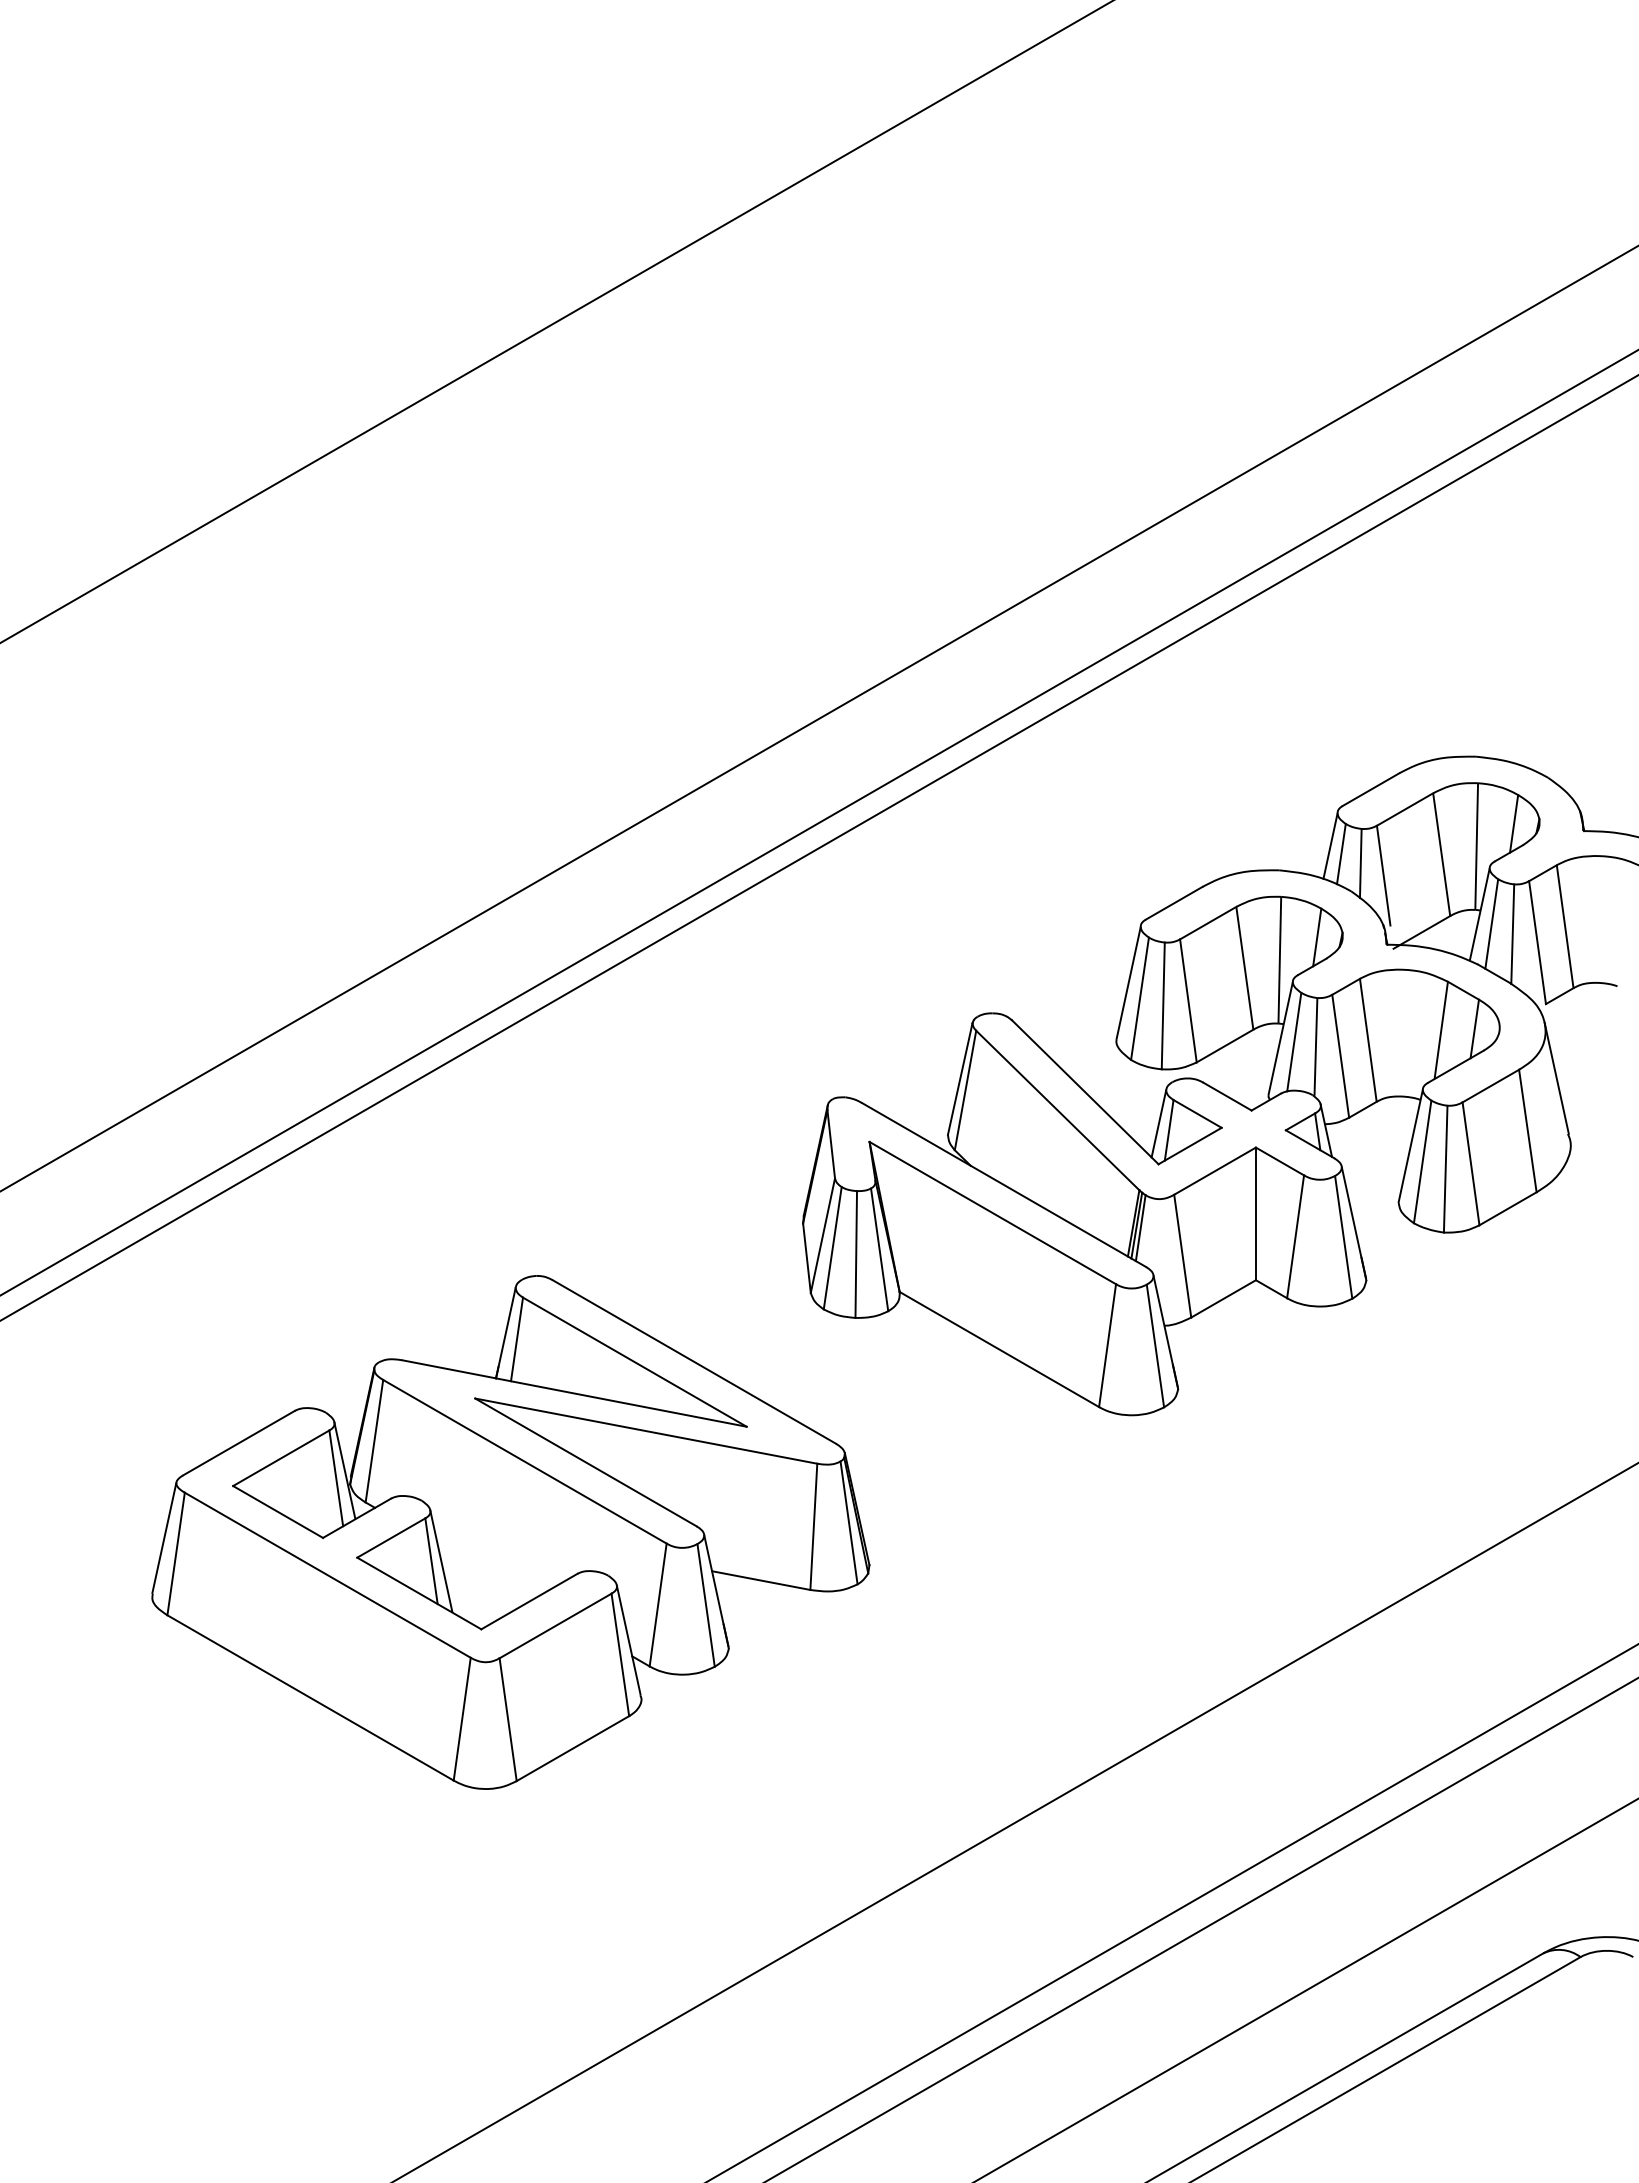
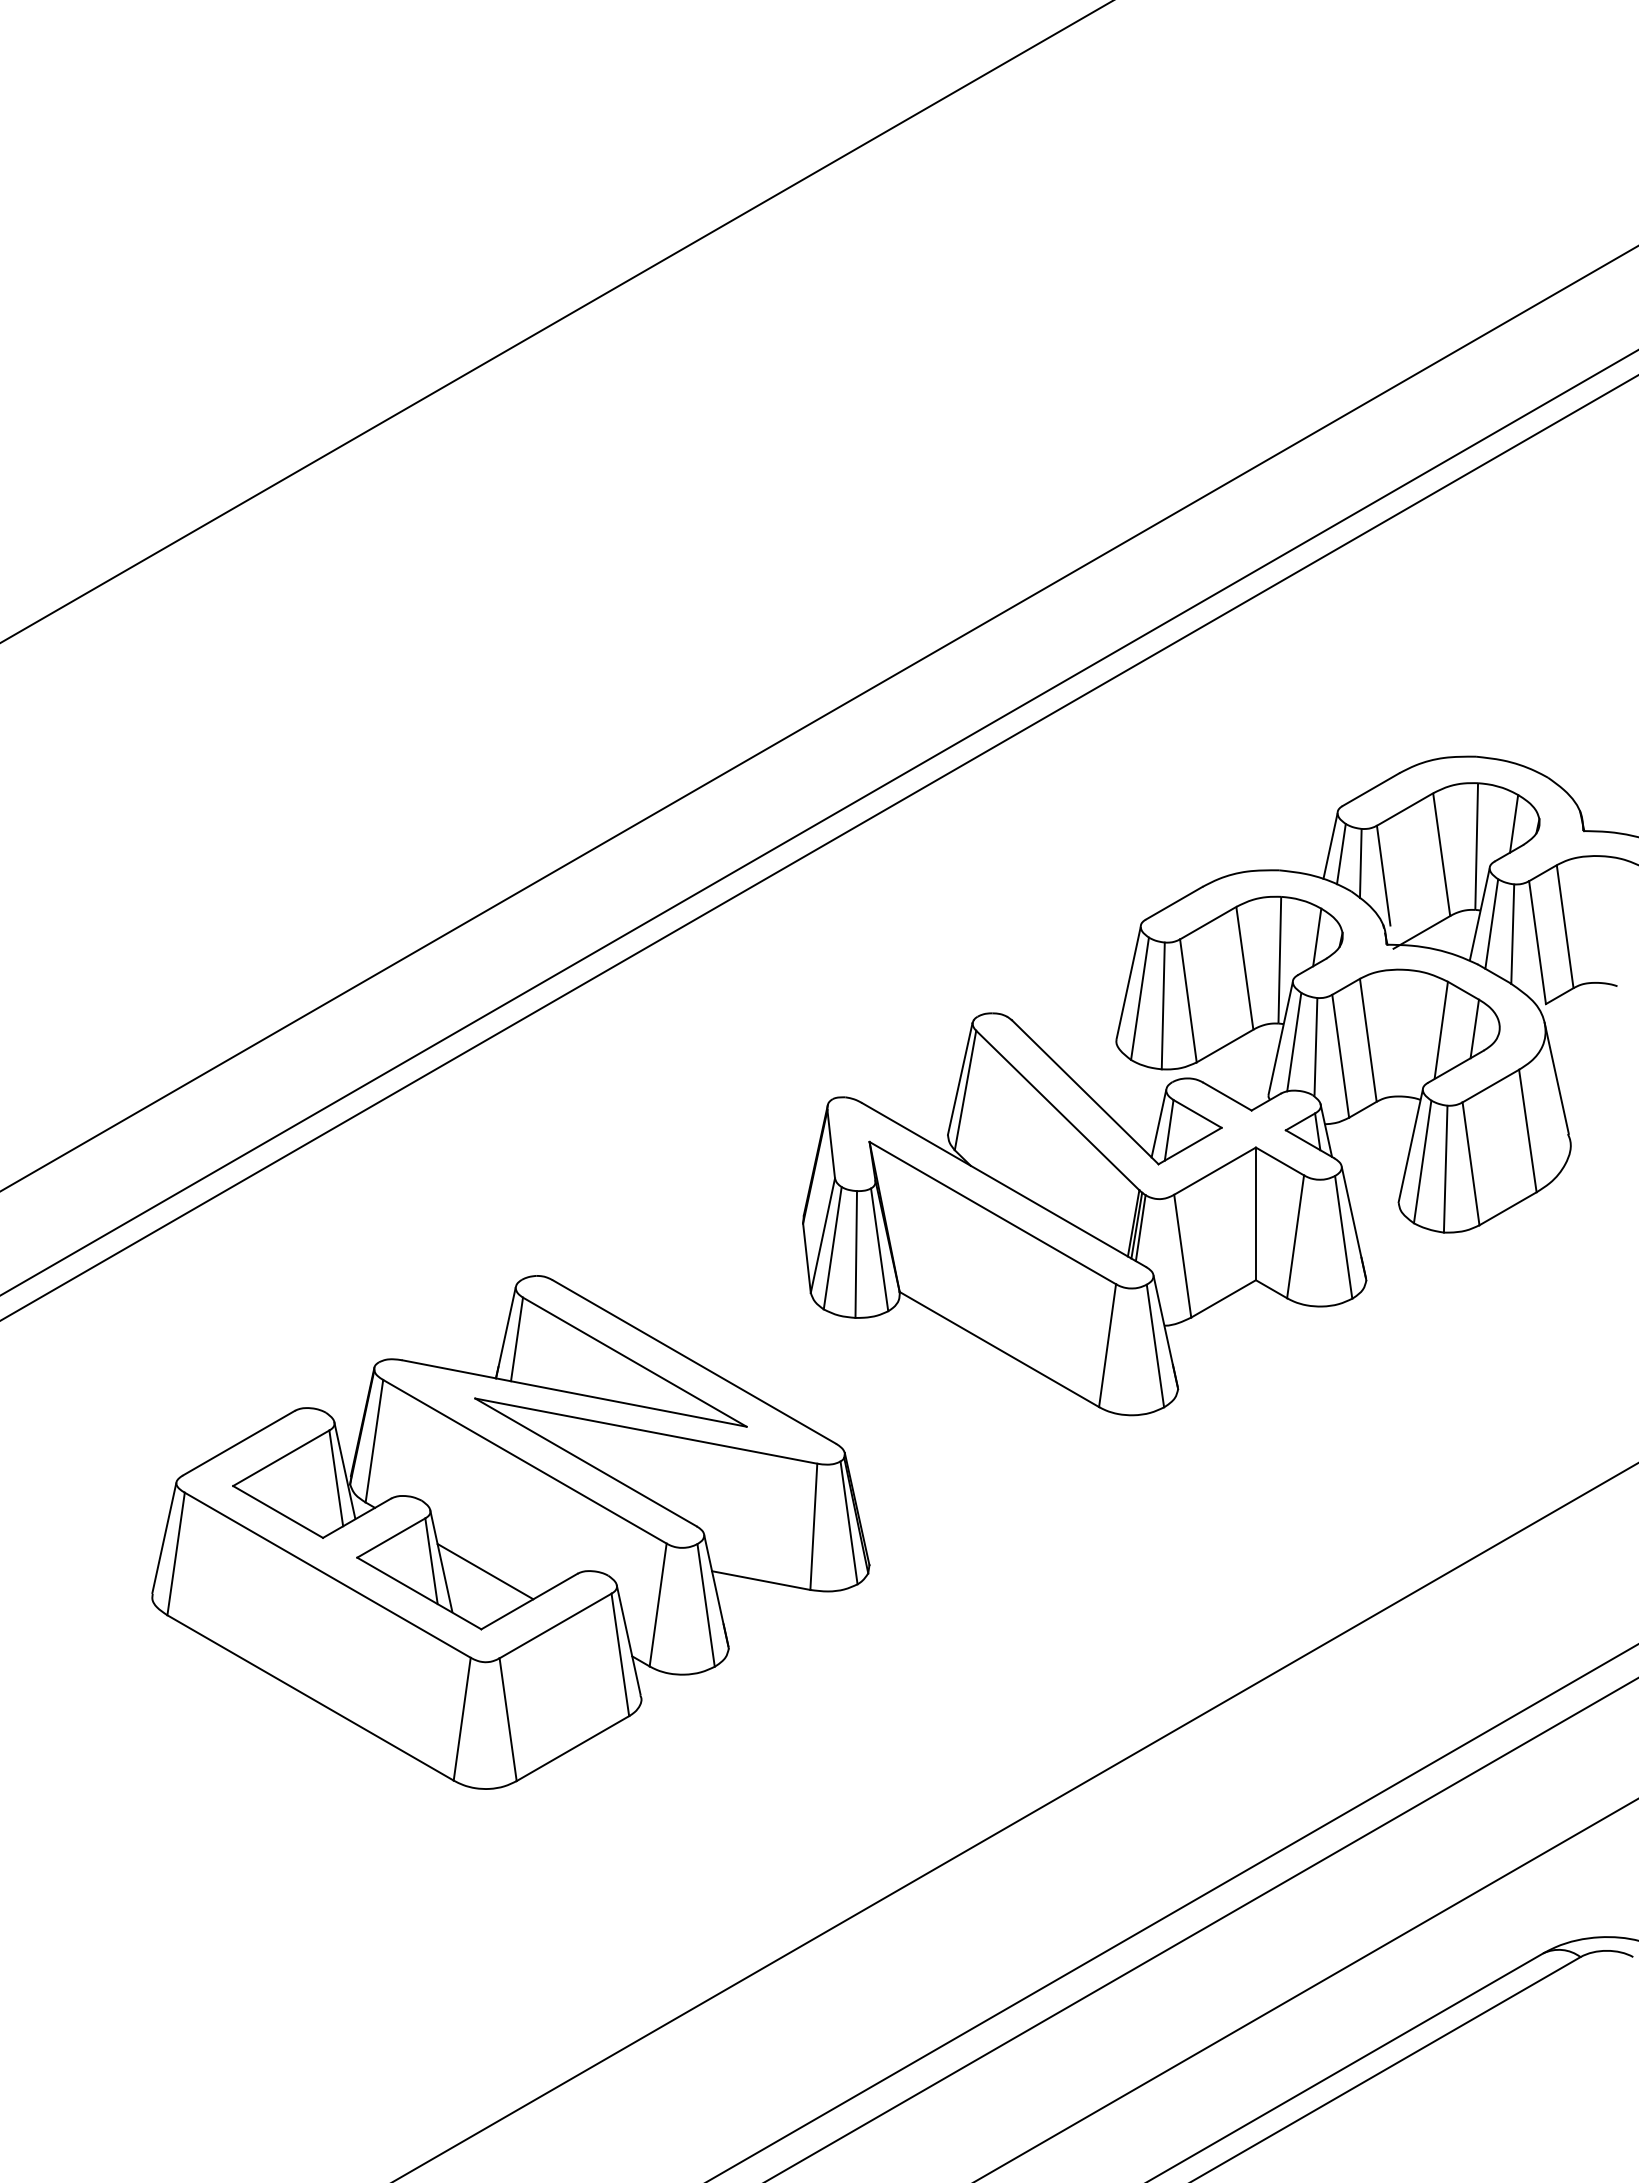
line at (485, 1571): none -> present
